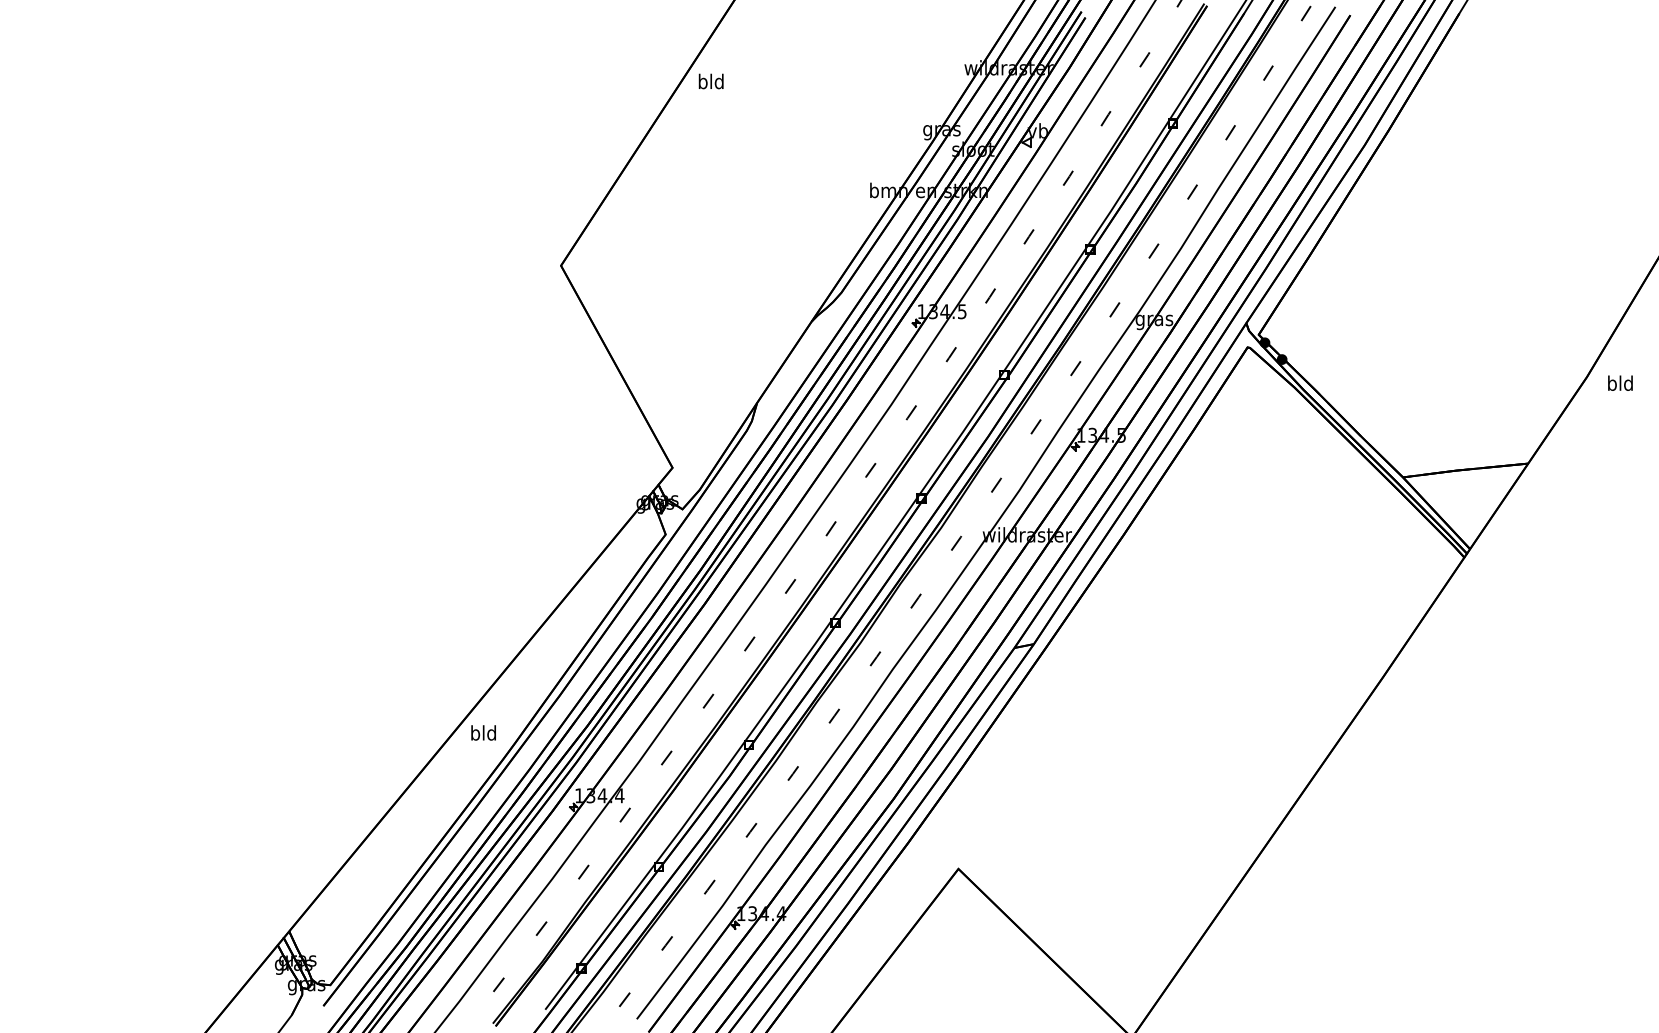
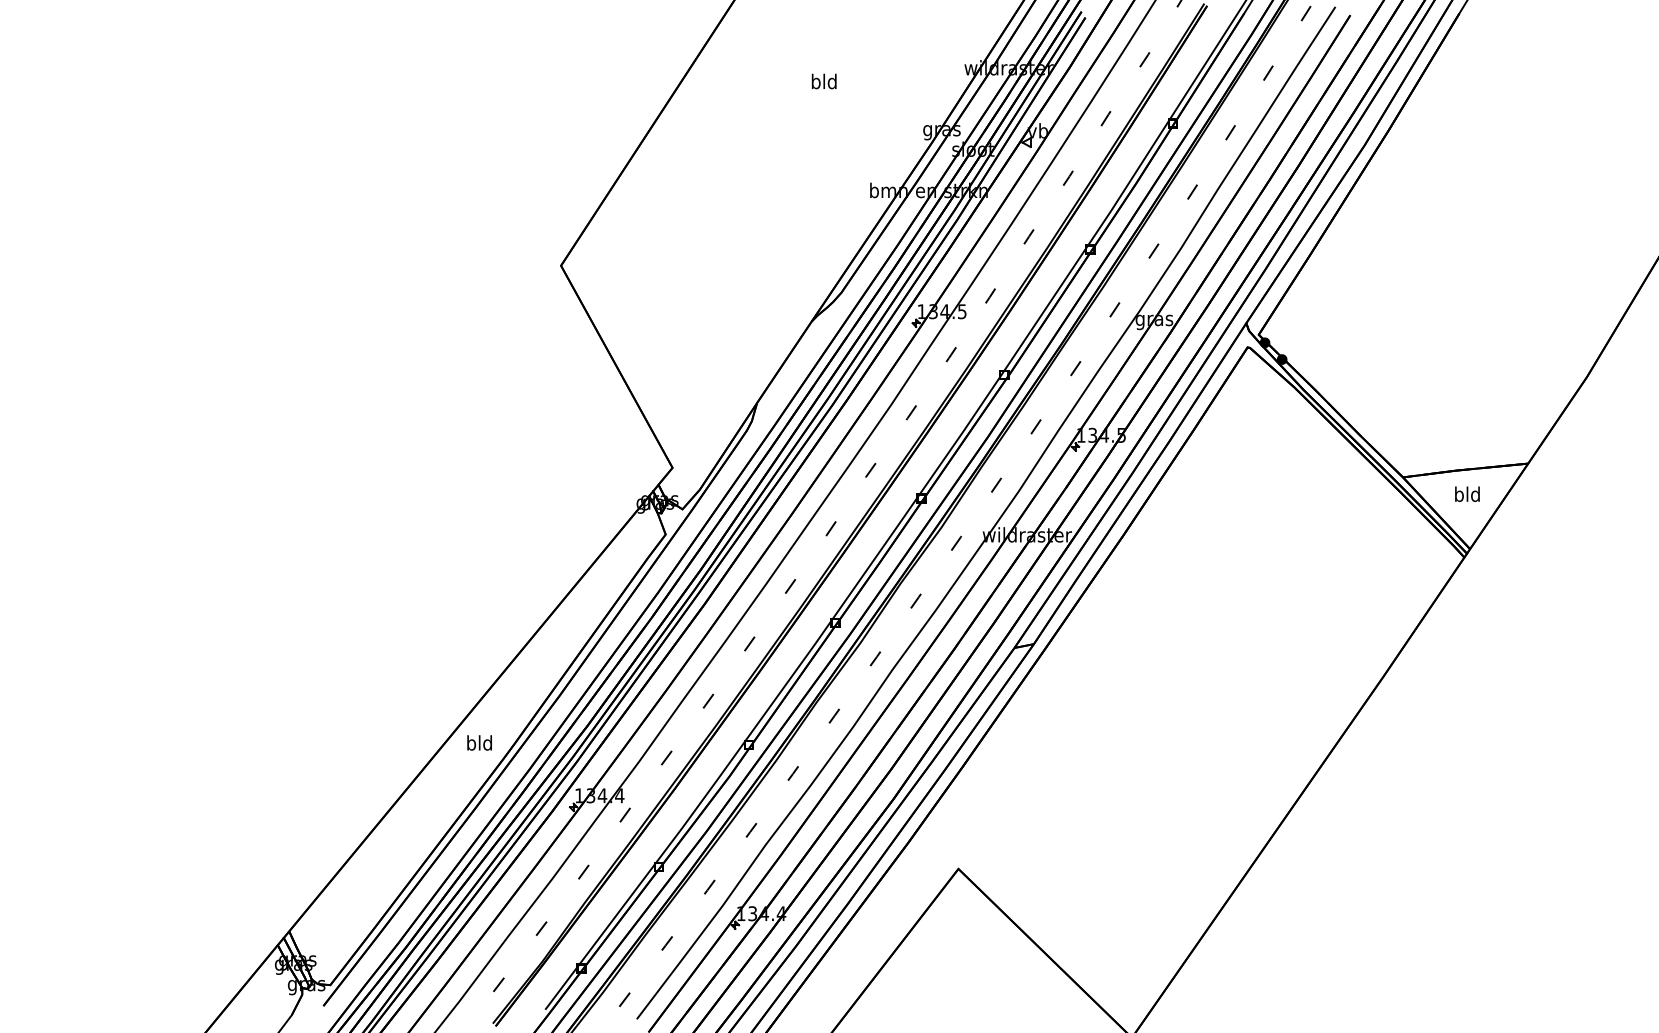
text at (710, 81) position: (710, 81) -> (823, 81)
text at (1620, 382) position: (1620, 382) -> (1467, 493)
text at (483, 732) position: (483, 732) -> (479, 742)
